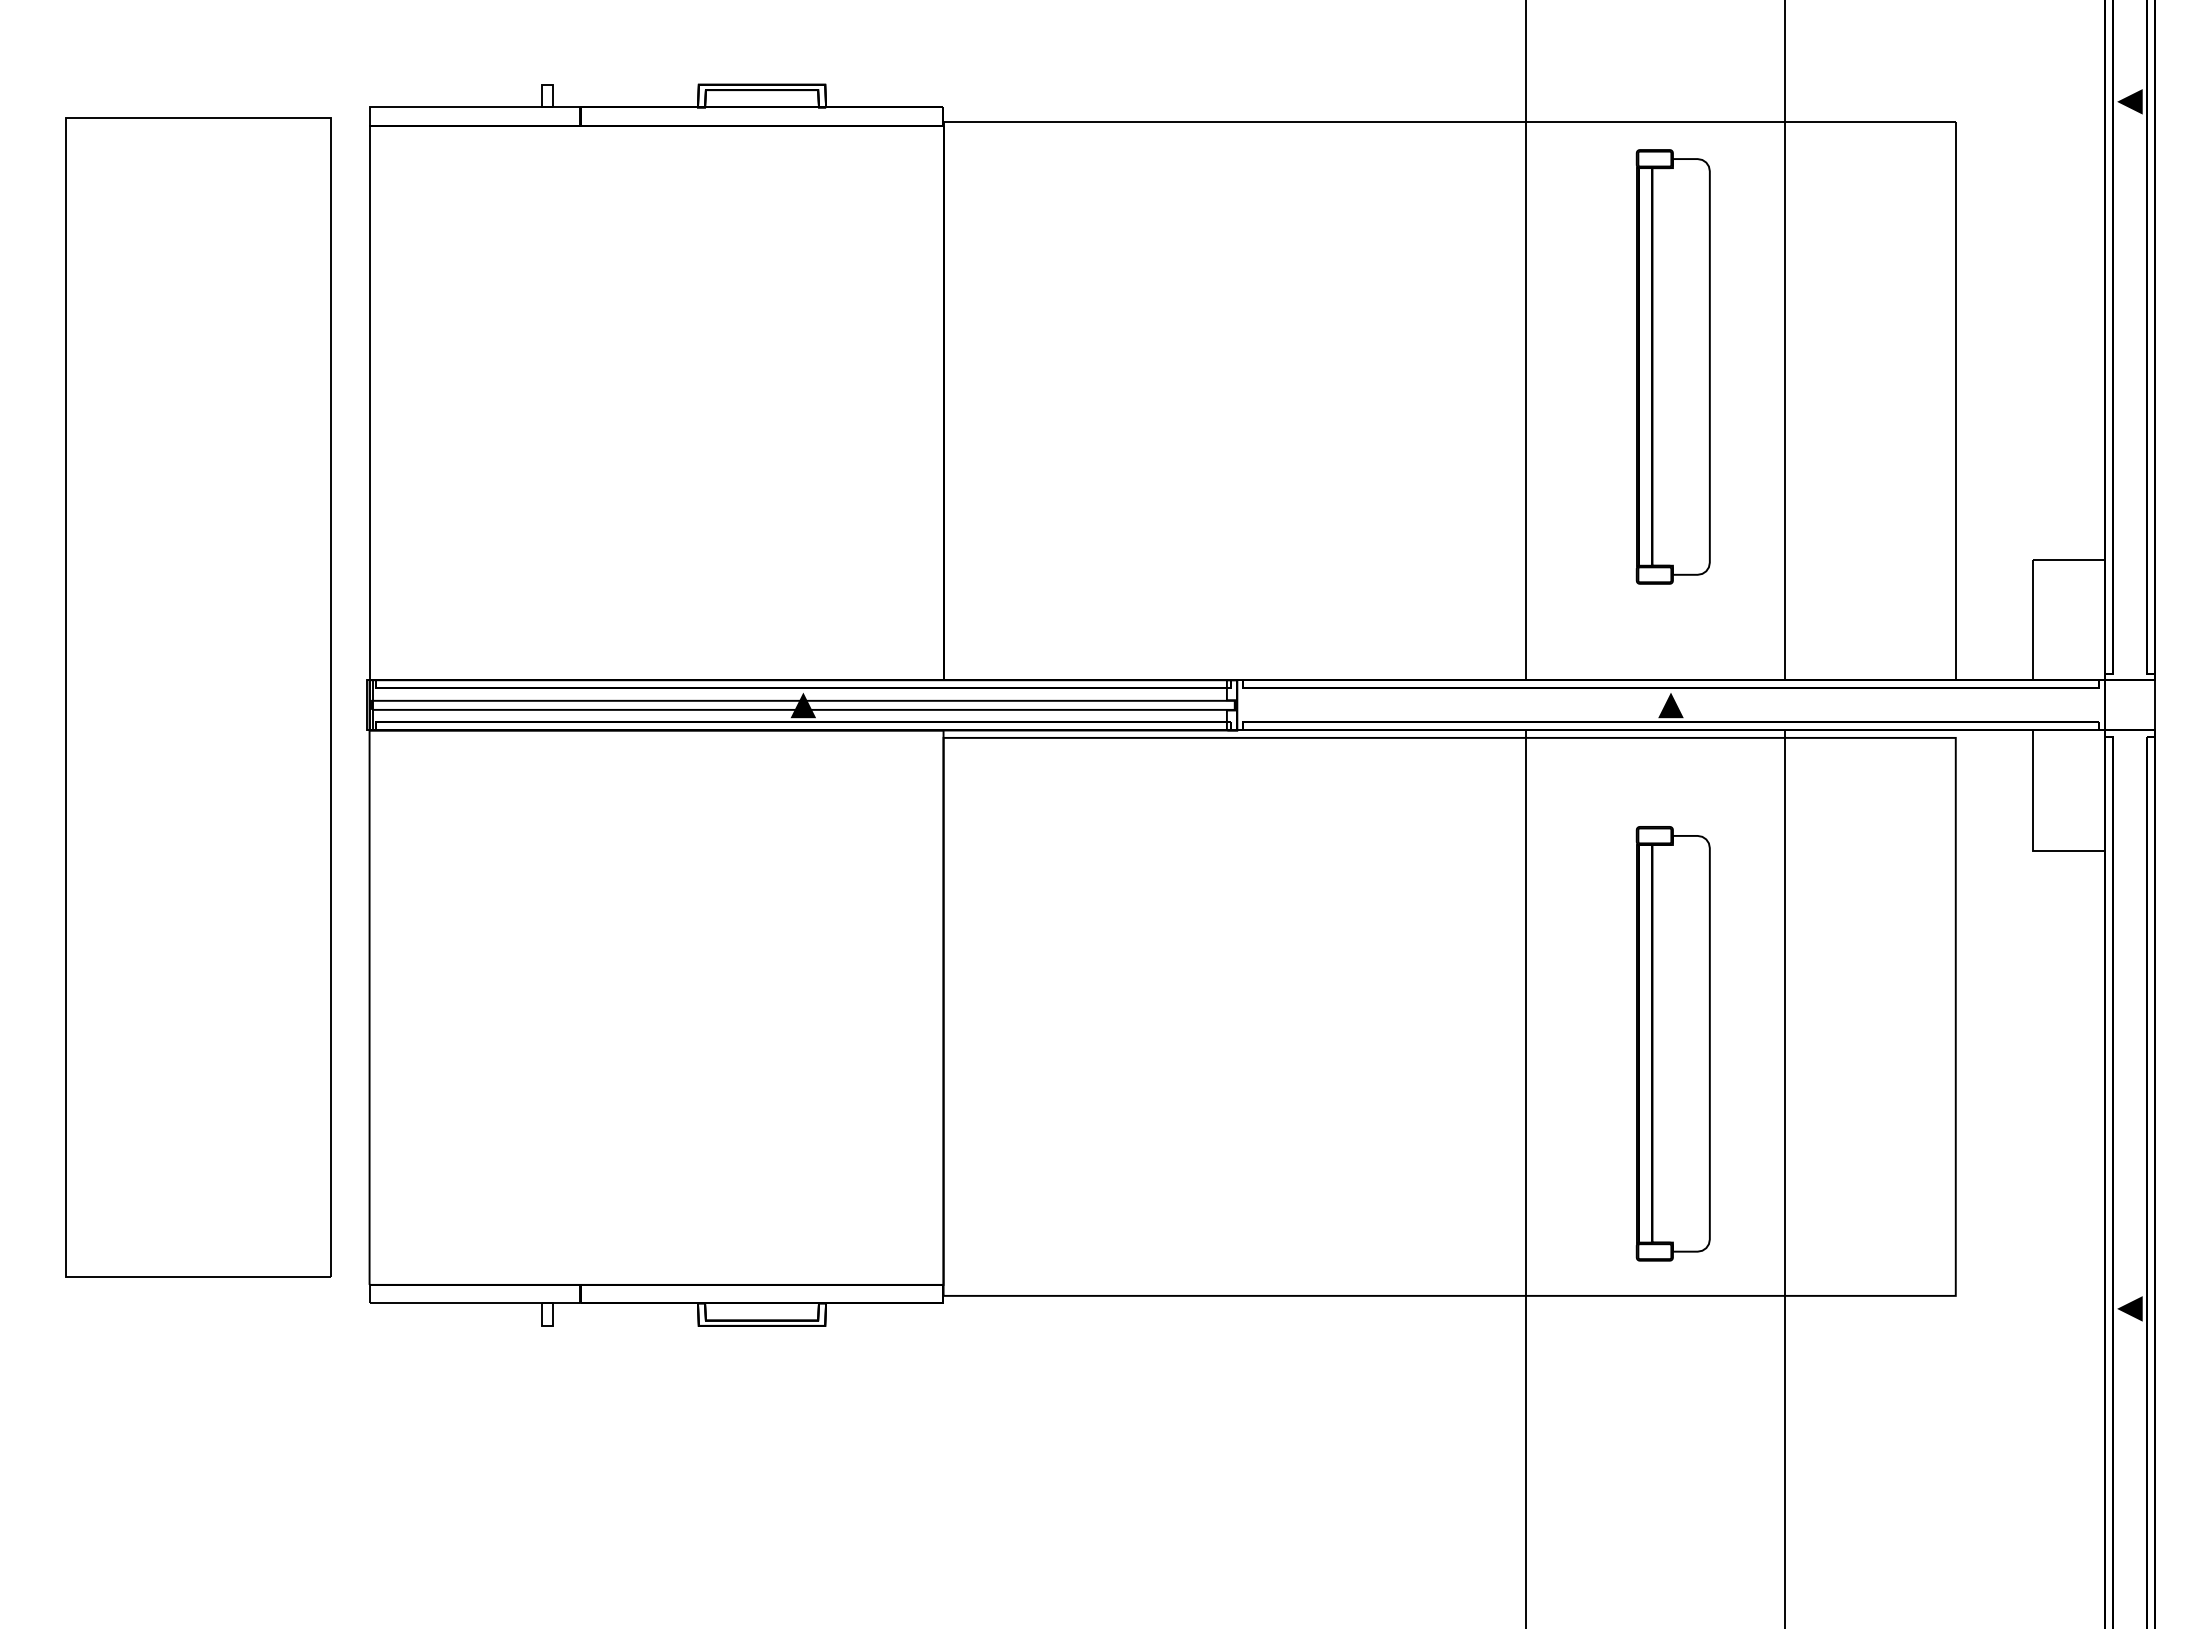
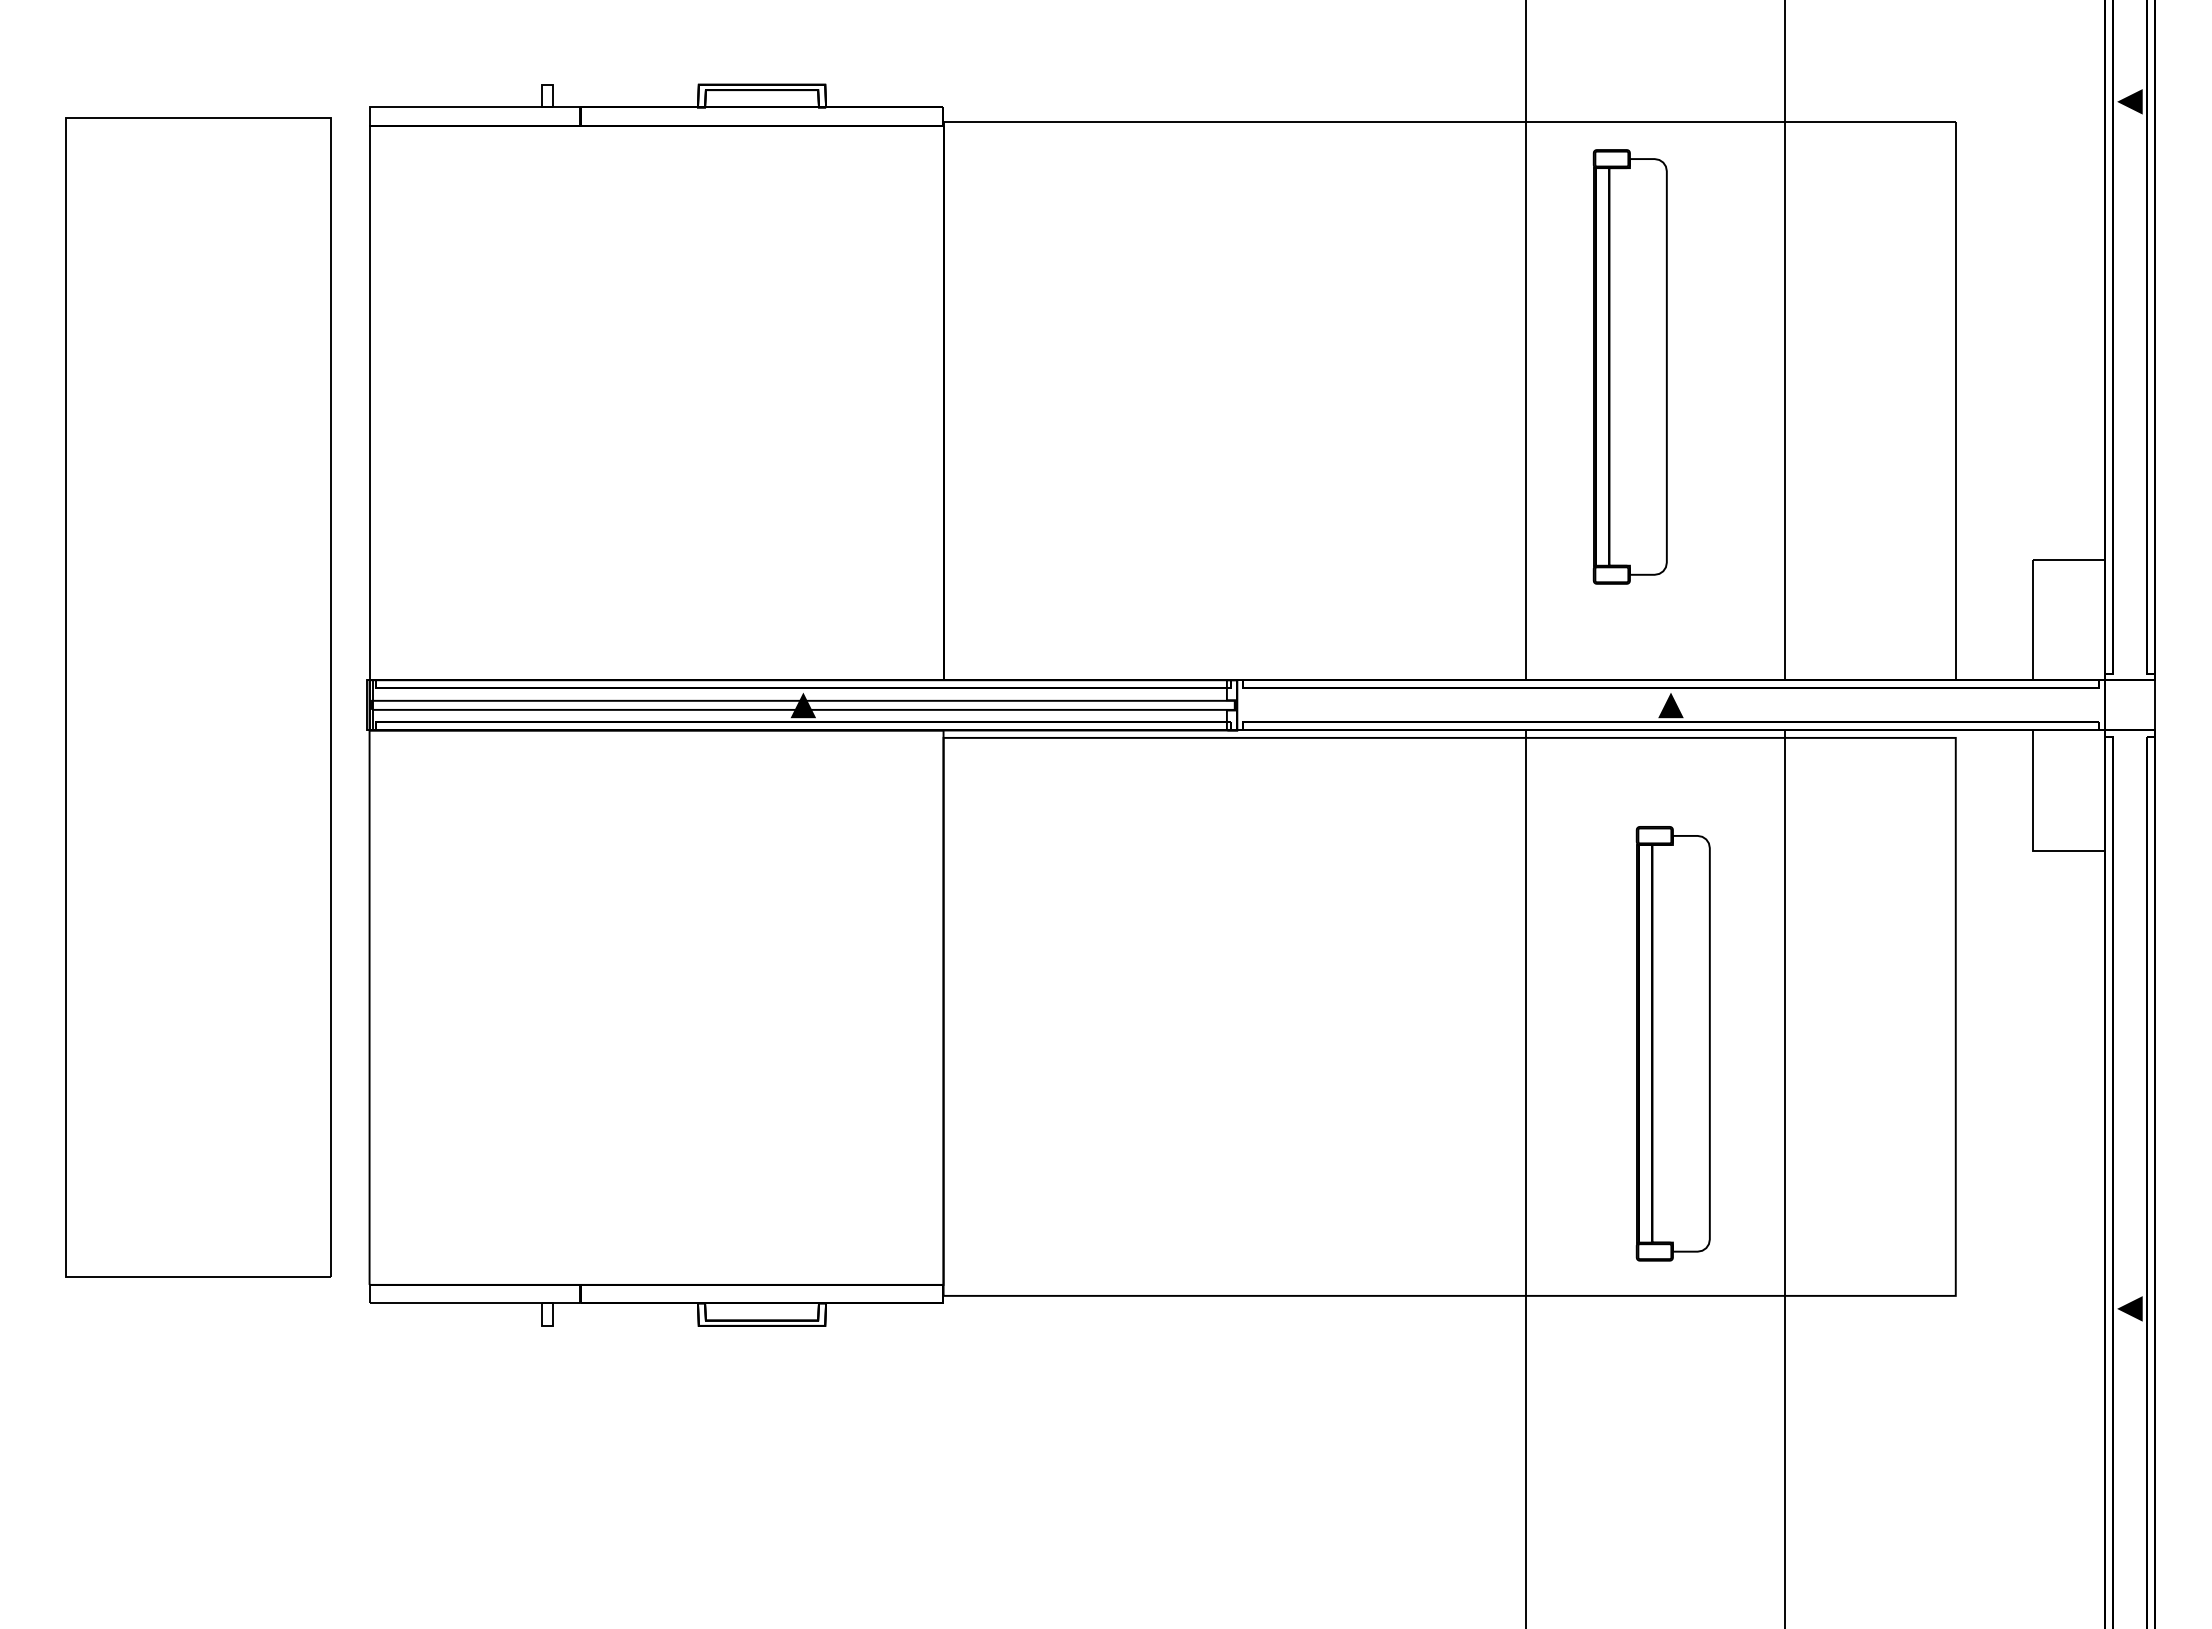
part at (1672, 366) position: (1672, 366) -> (1629, 366)
